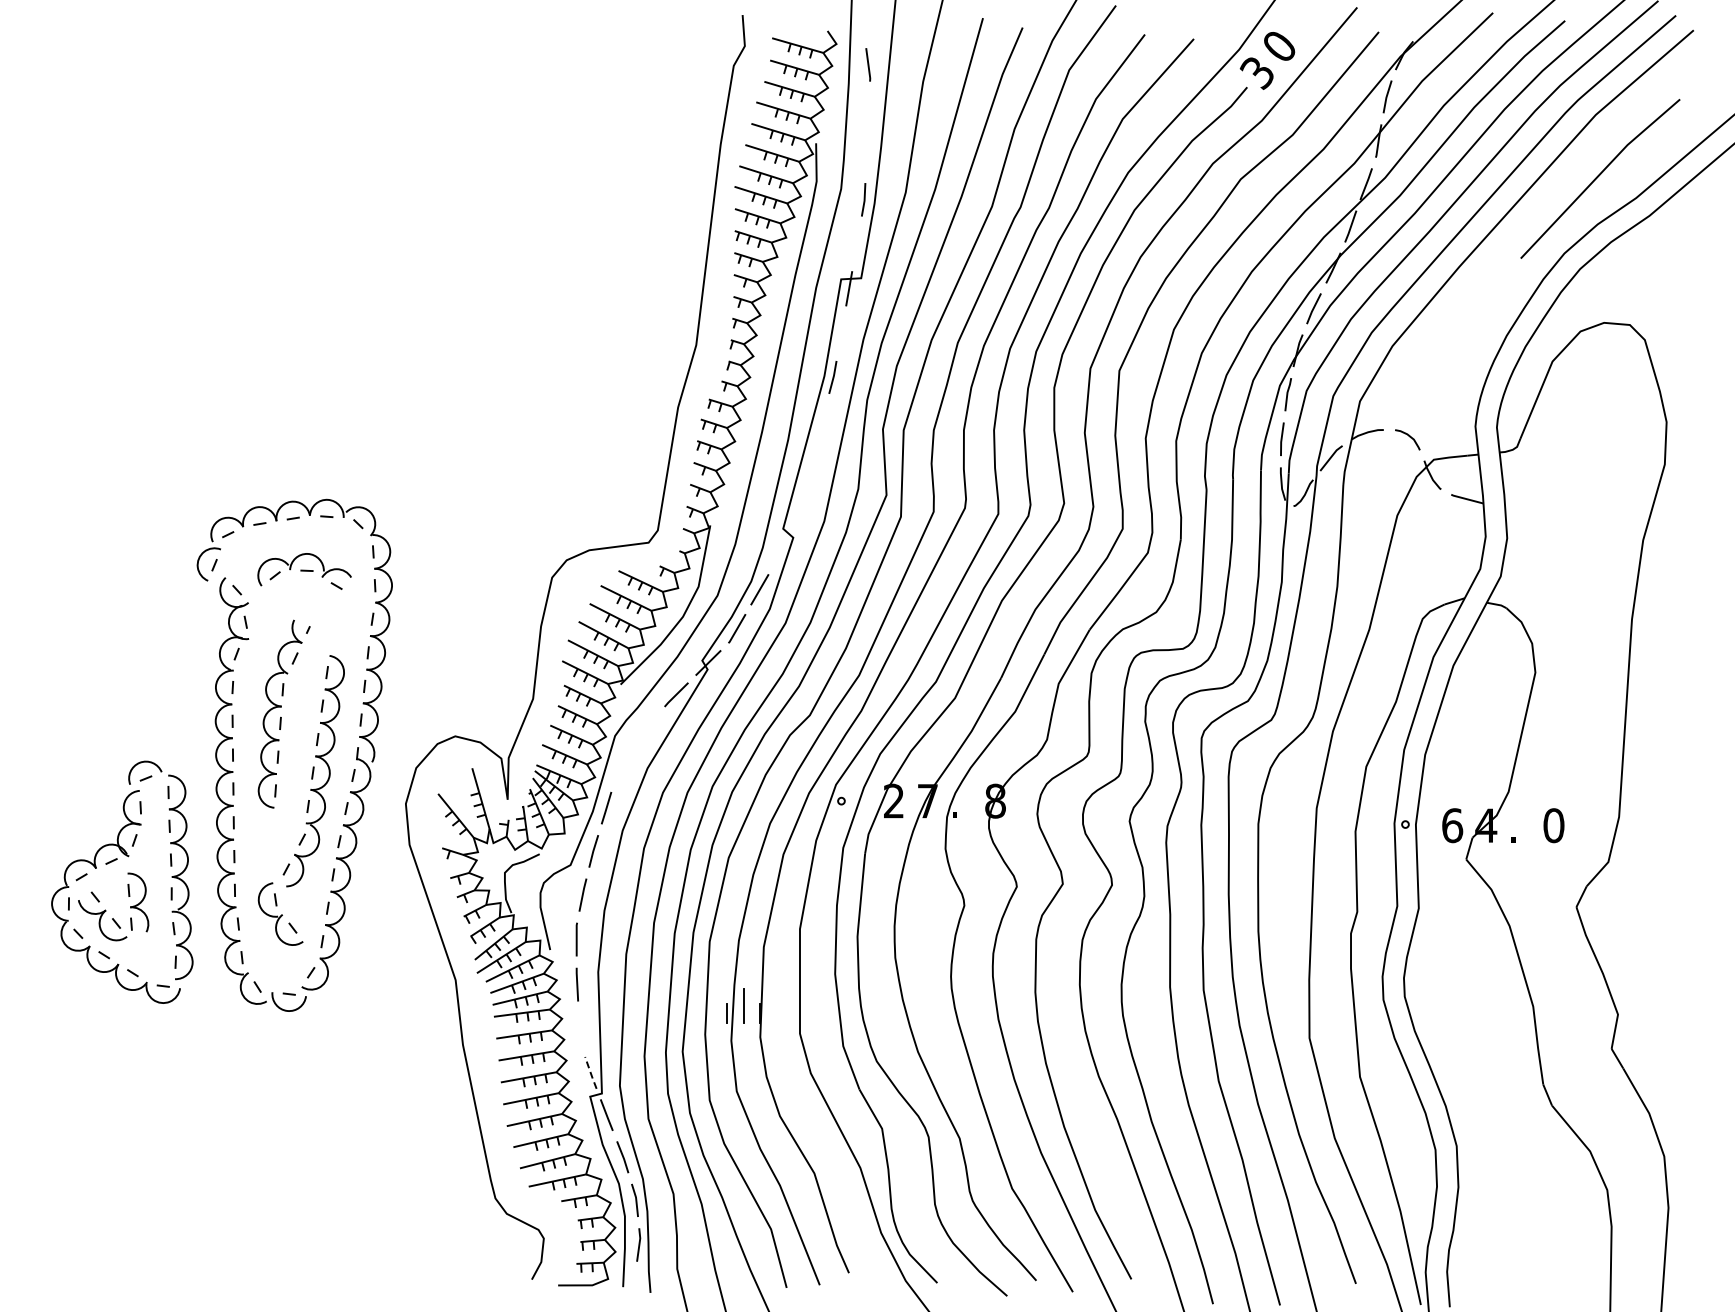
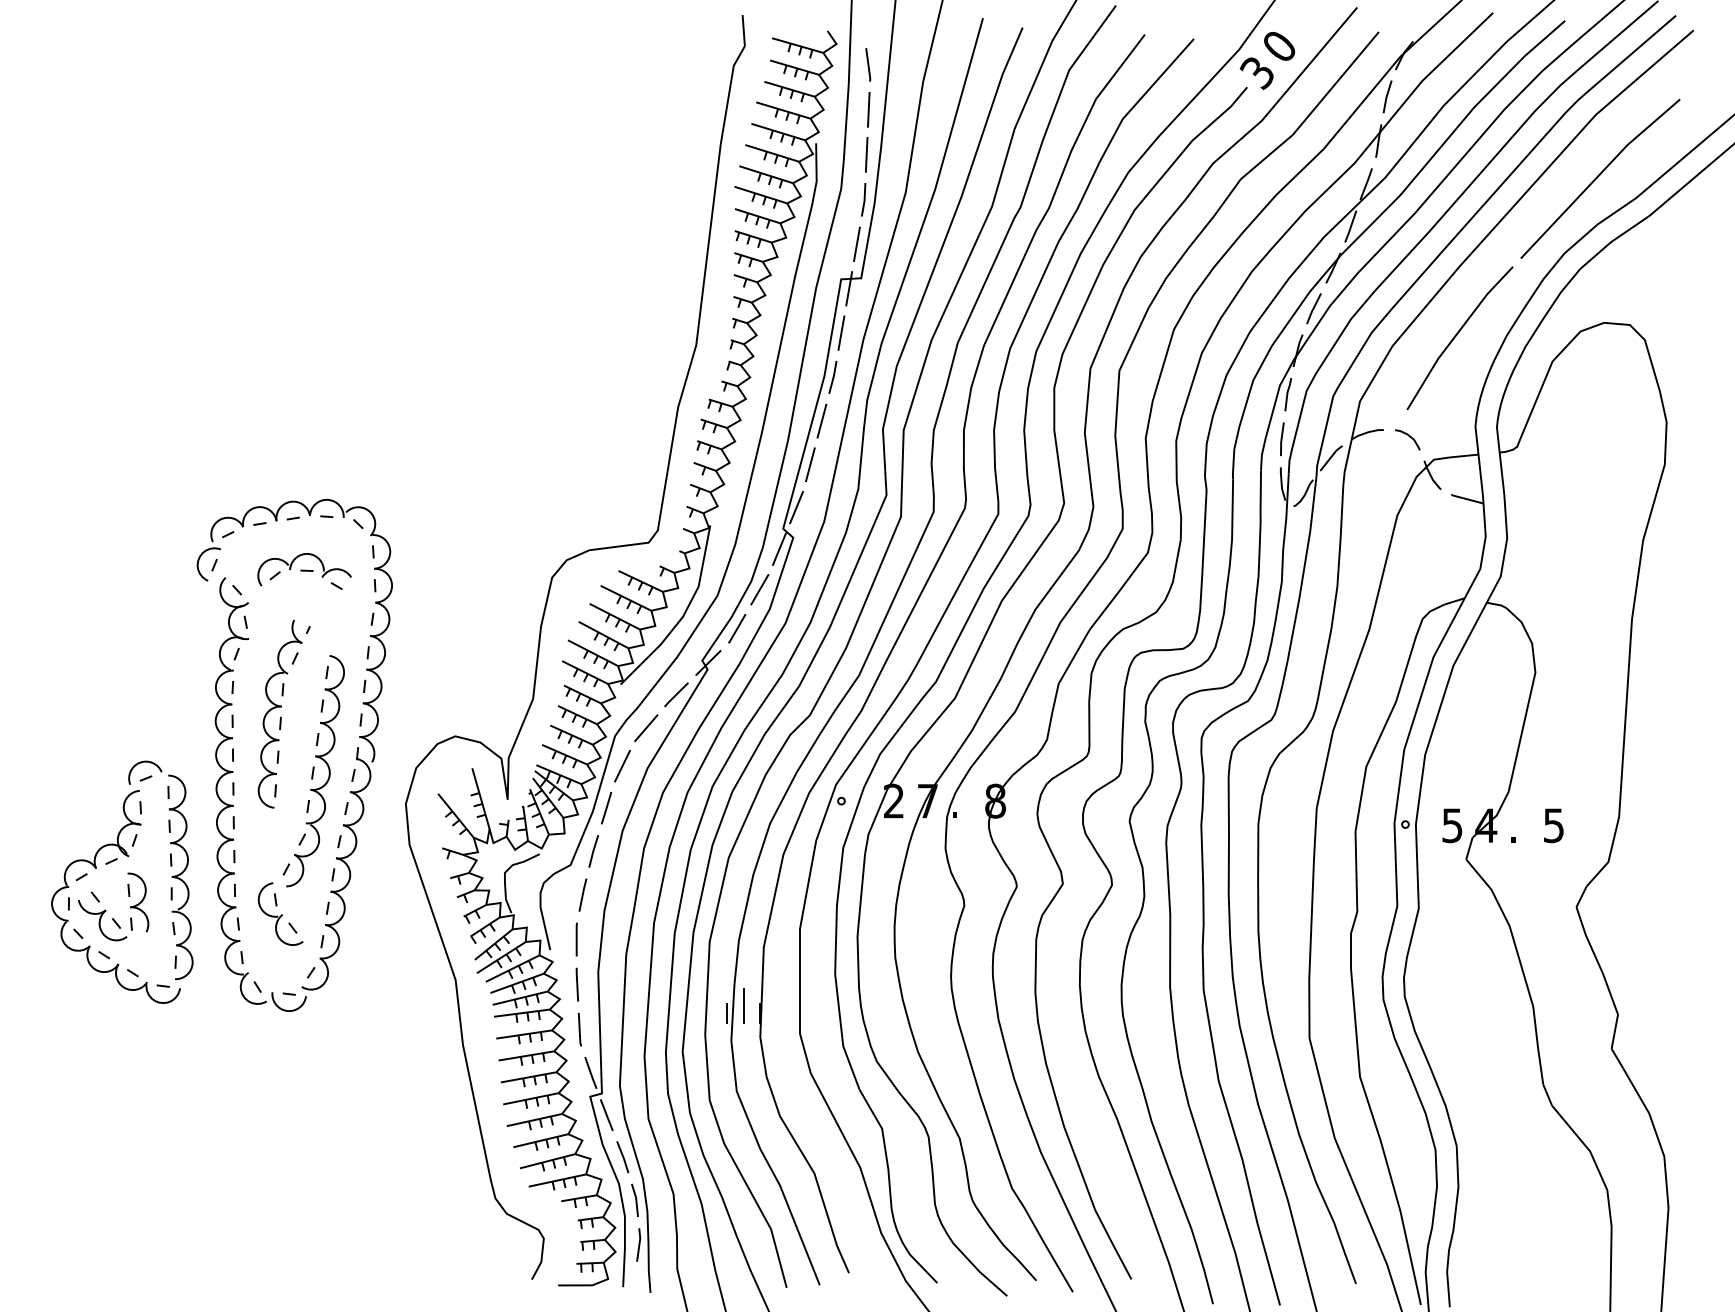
line at (868, 109): none -> present
line at (866, 154): none -> present
line at (856, 244): none -> present
line at (841, 332): none -> present
line at (1457, 335): none -> present
line at (821, 420): none -> present
line at (810, 464): none -> present
line at (796, 507): none -> present
line at (779, 548): none -> present
line at (646, 728): none -> present
line at (622, 765): none -> present
text at (1452, 825): 6 -> 5
text at (1553, 825): 0 -> 5
line at (579, 1029): none -> present
line at (590, 1073): dashed -> solid
